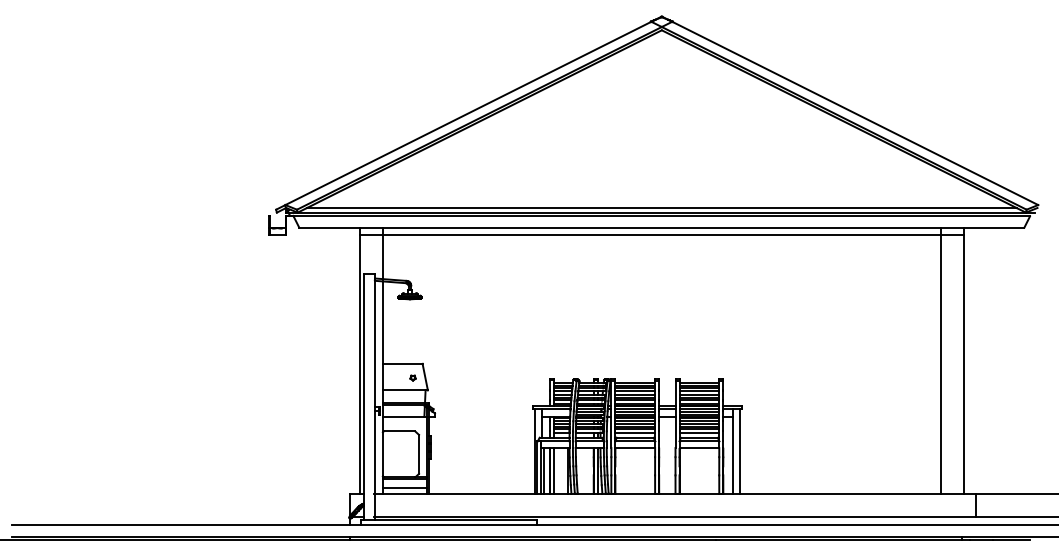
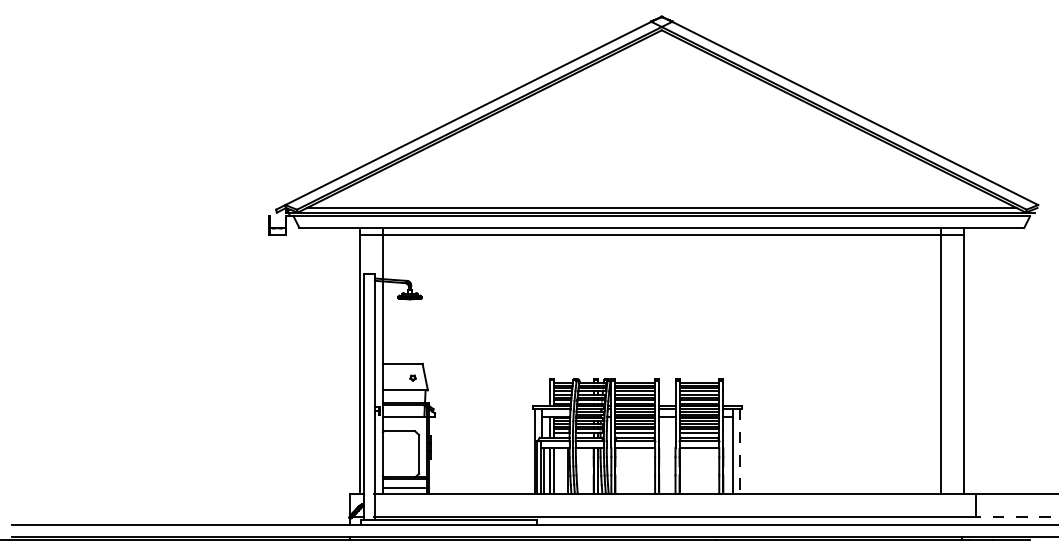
line at (739, 451): solid -> dashed
line at (1016, 517): solid -> dashed
